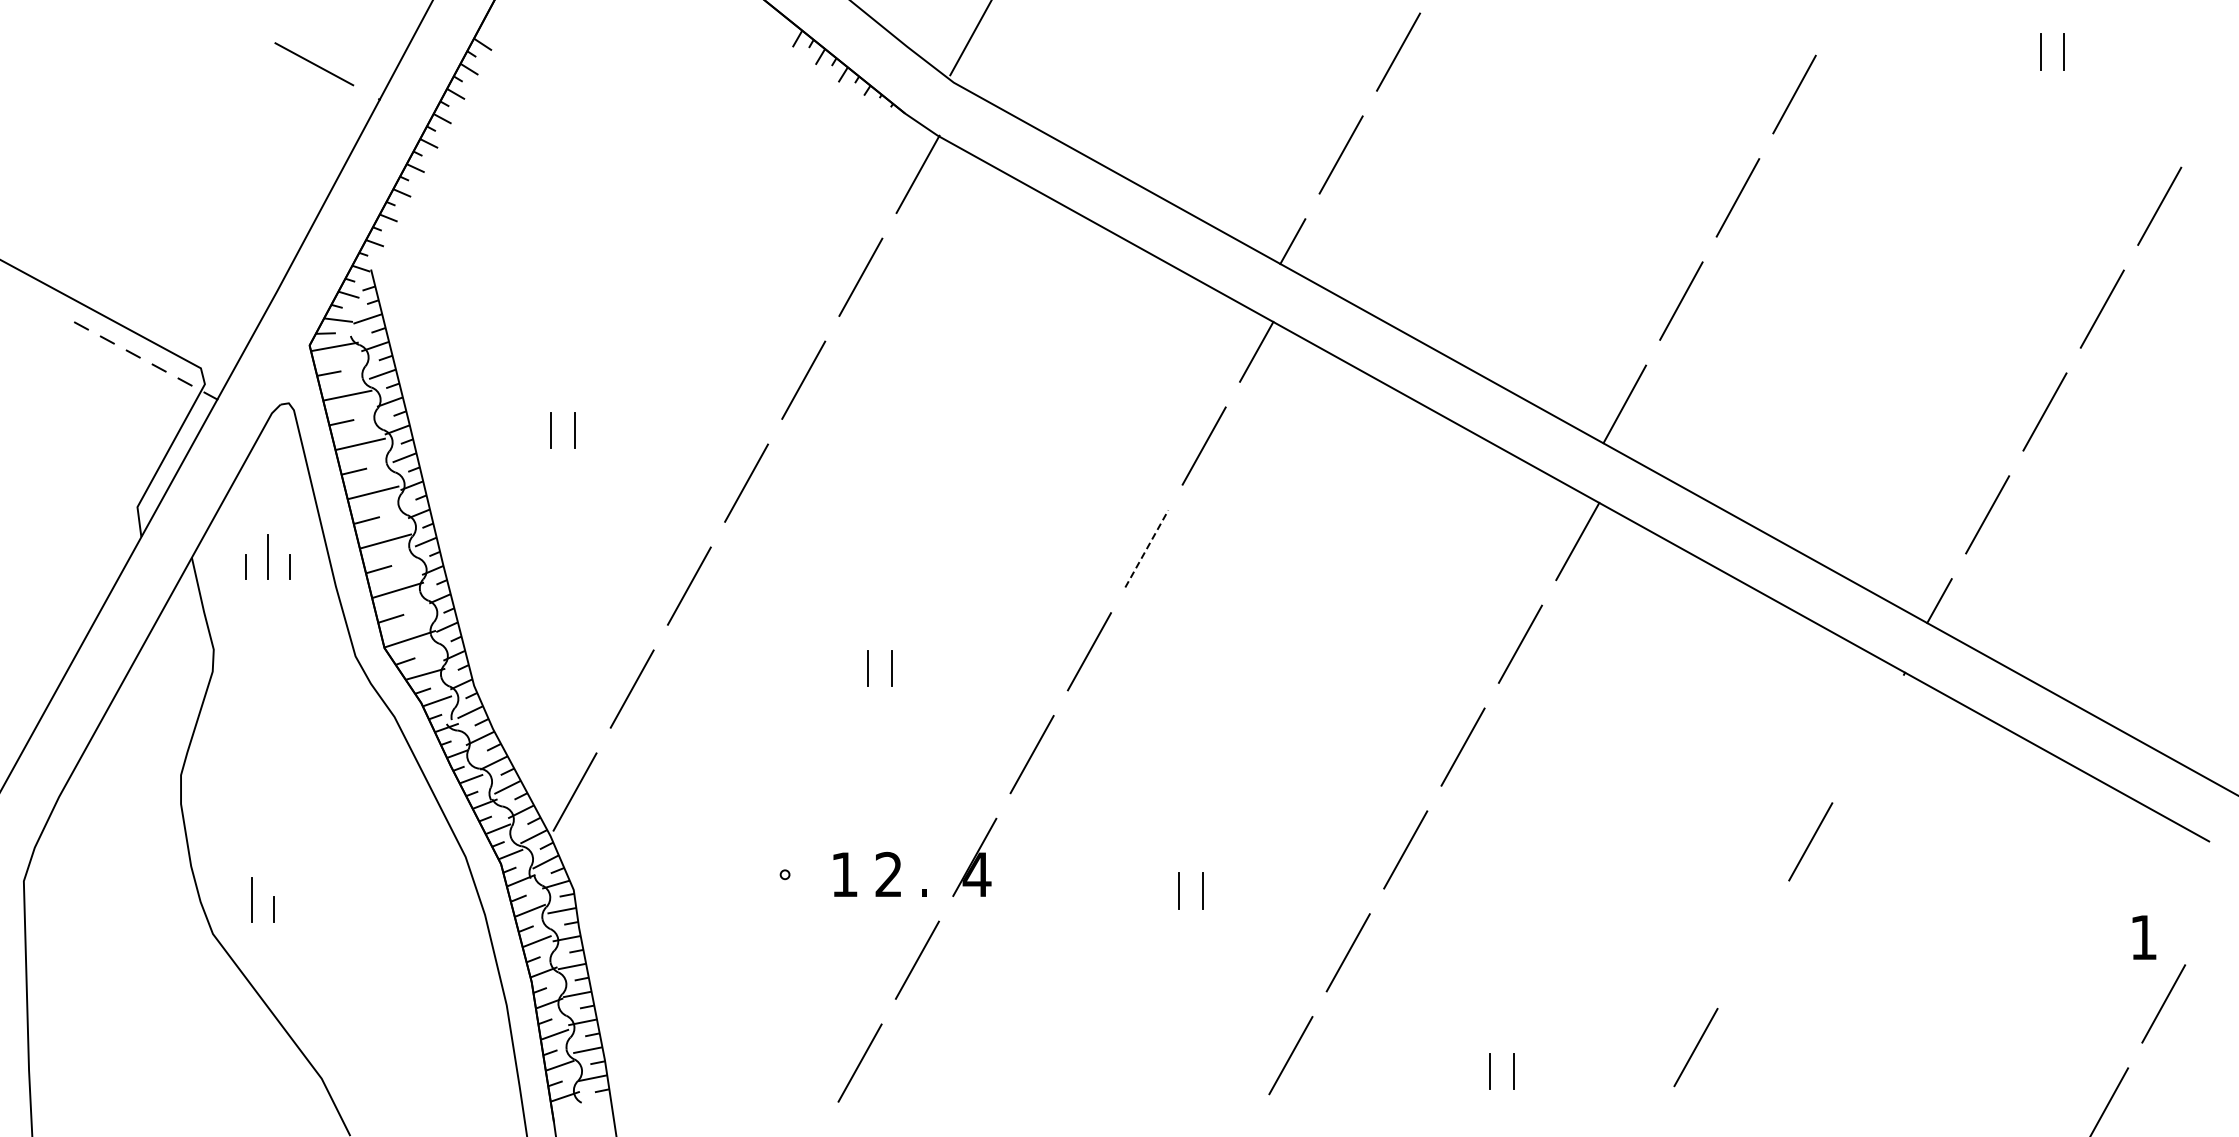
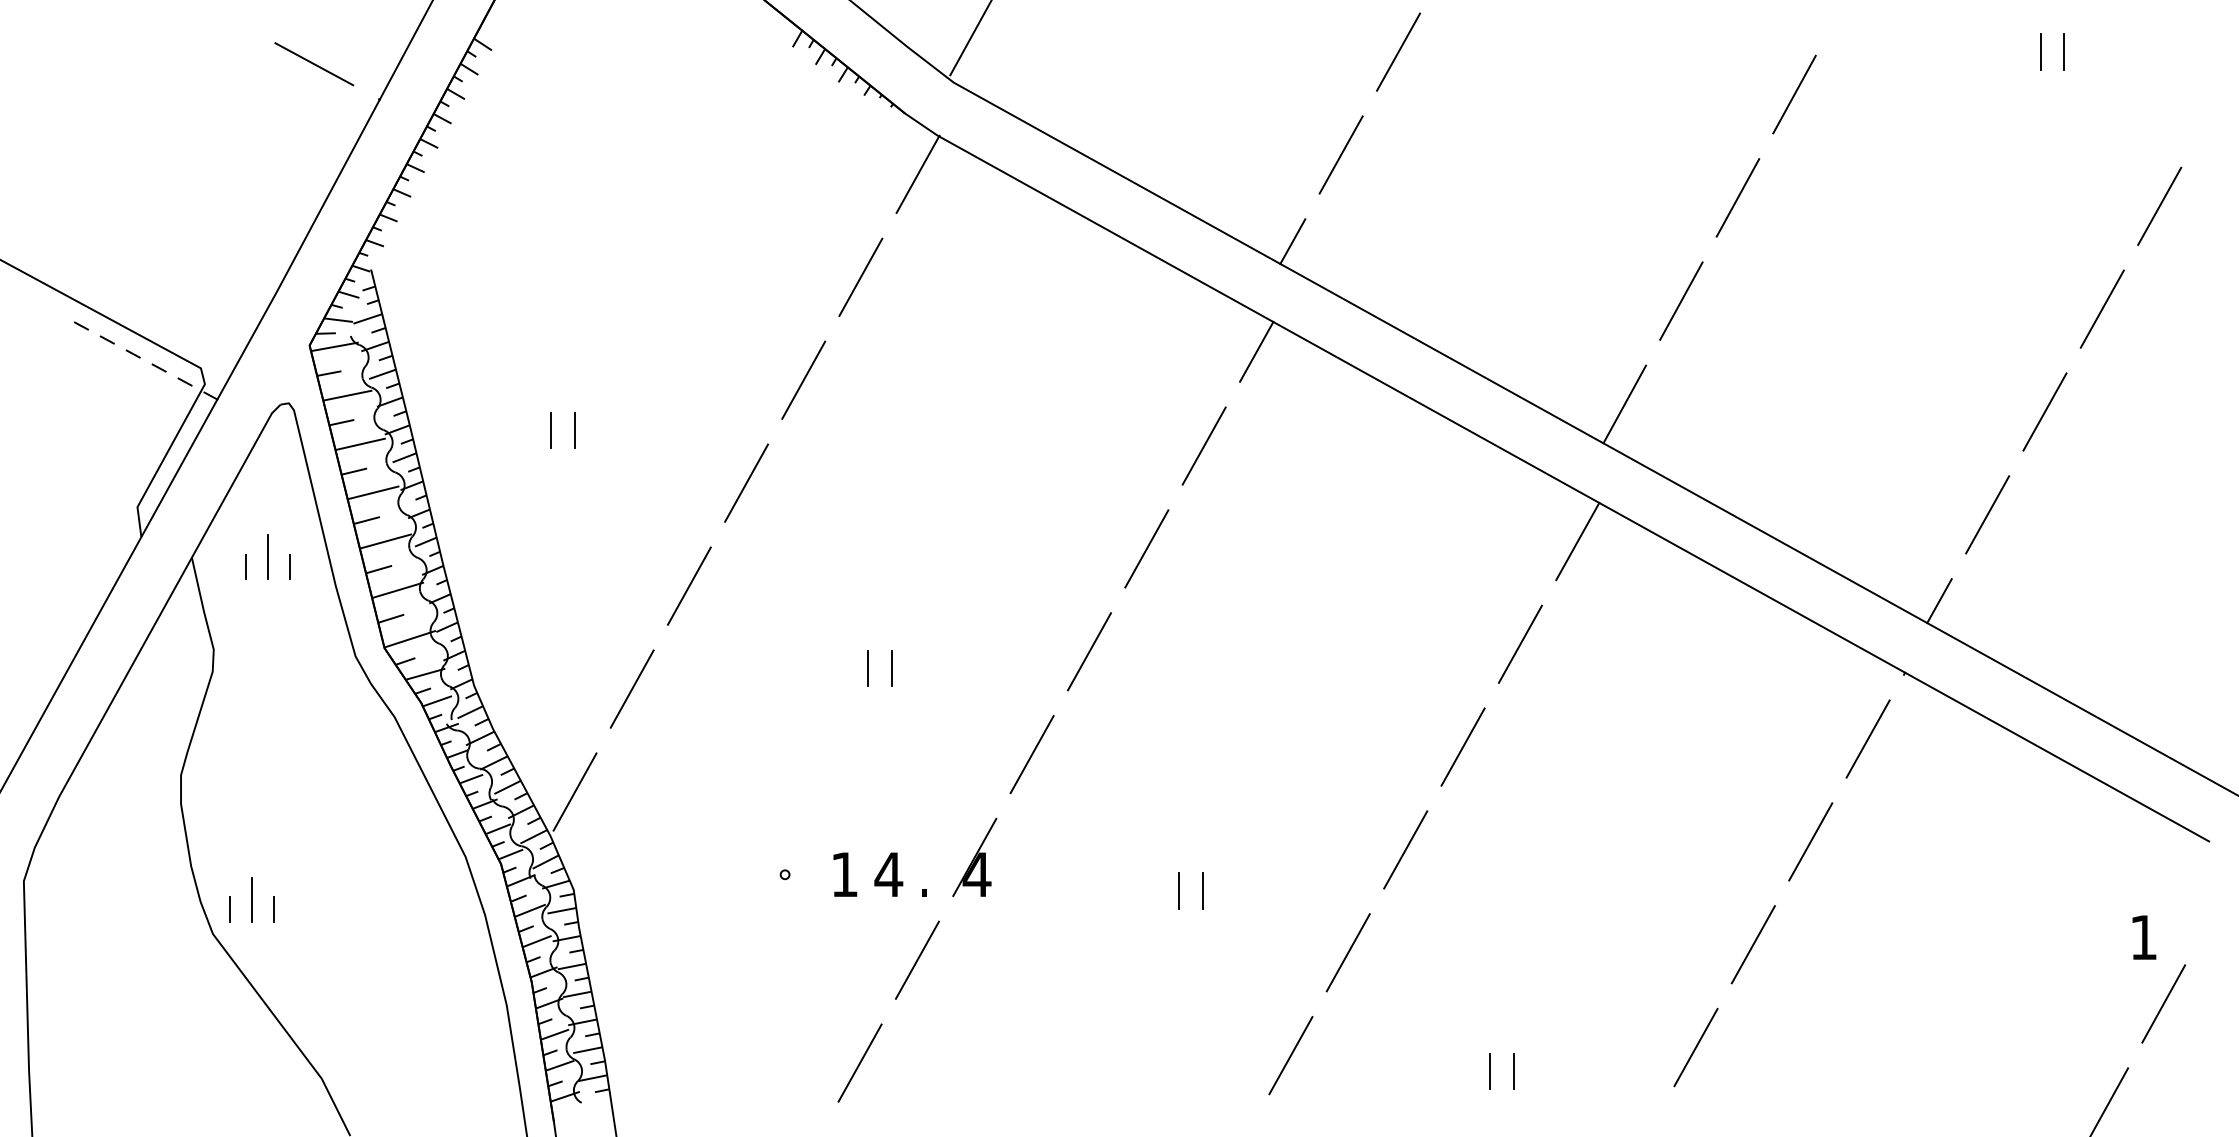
line at (1147, 548): dashed -> solid
line at (1867, 738): none -> present
text at (888, 873): 2 -> 4
line at (229, 909): none -> present
line at (1752, 944): none -> present
